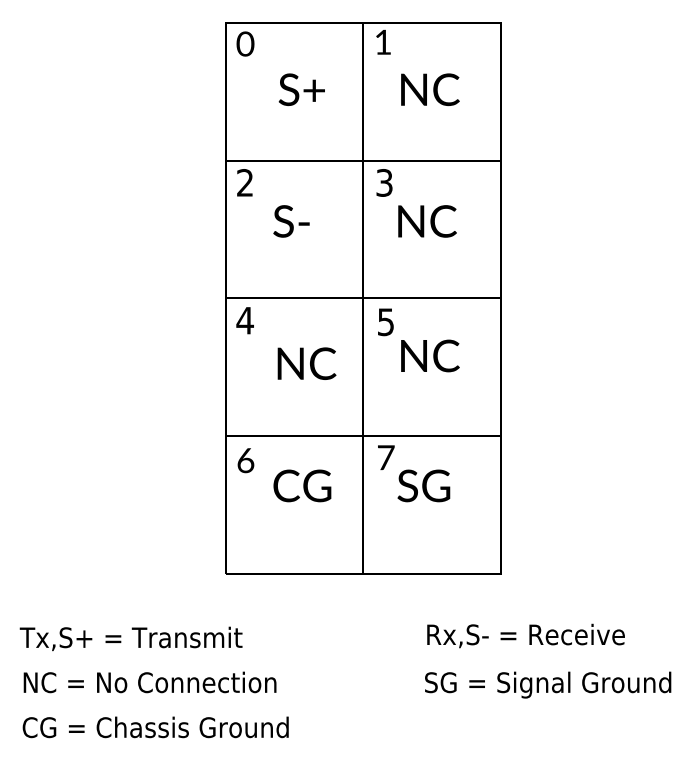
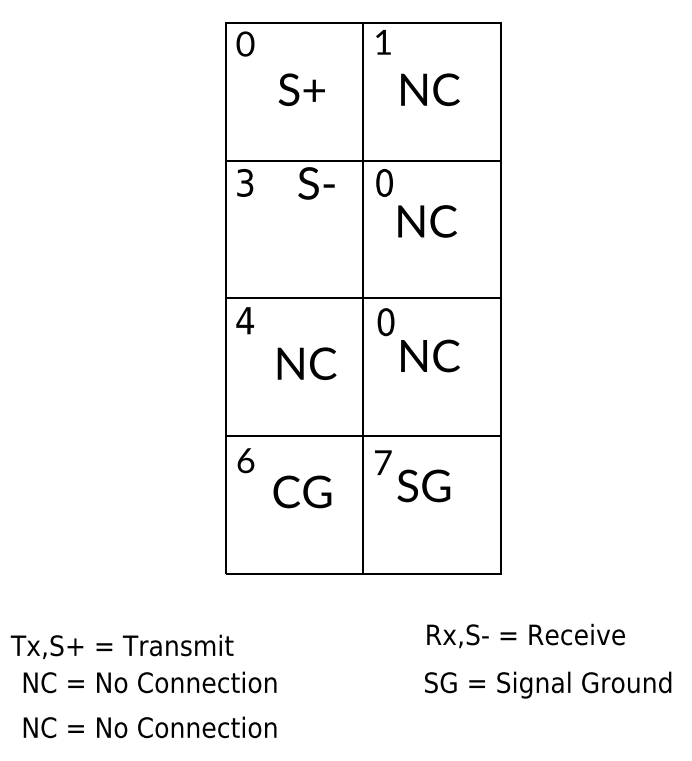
text at (245, 182): 2 -> 3
text at (384, 182): 3 -> 0
text at (291, 221) position: (291, 221) -> (316, 183)
text at (385, 322): 5 -> 0
text at (386, 457) position: (386, 457) -> (383, 462)
text at (302, 485) position: (302, 485) -> (302, 491)
text at (130, 638) position: (130, 638) -> (121, 646)
text at (155, 727): CG = Chassis Ground -> NC = No Connection
